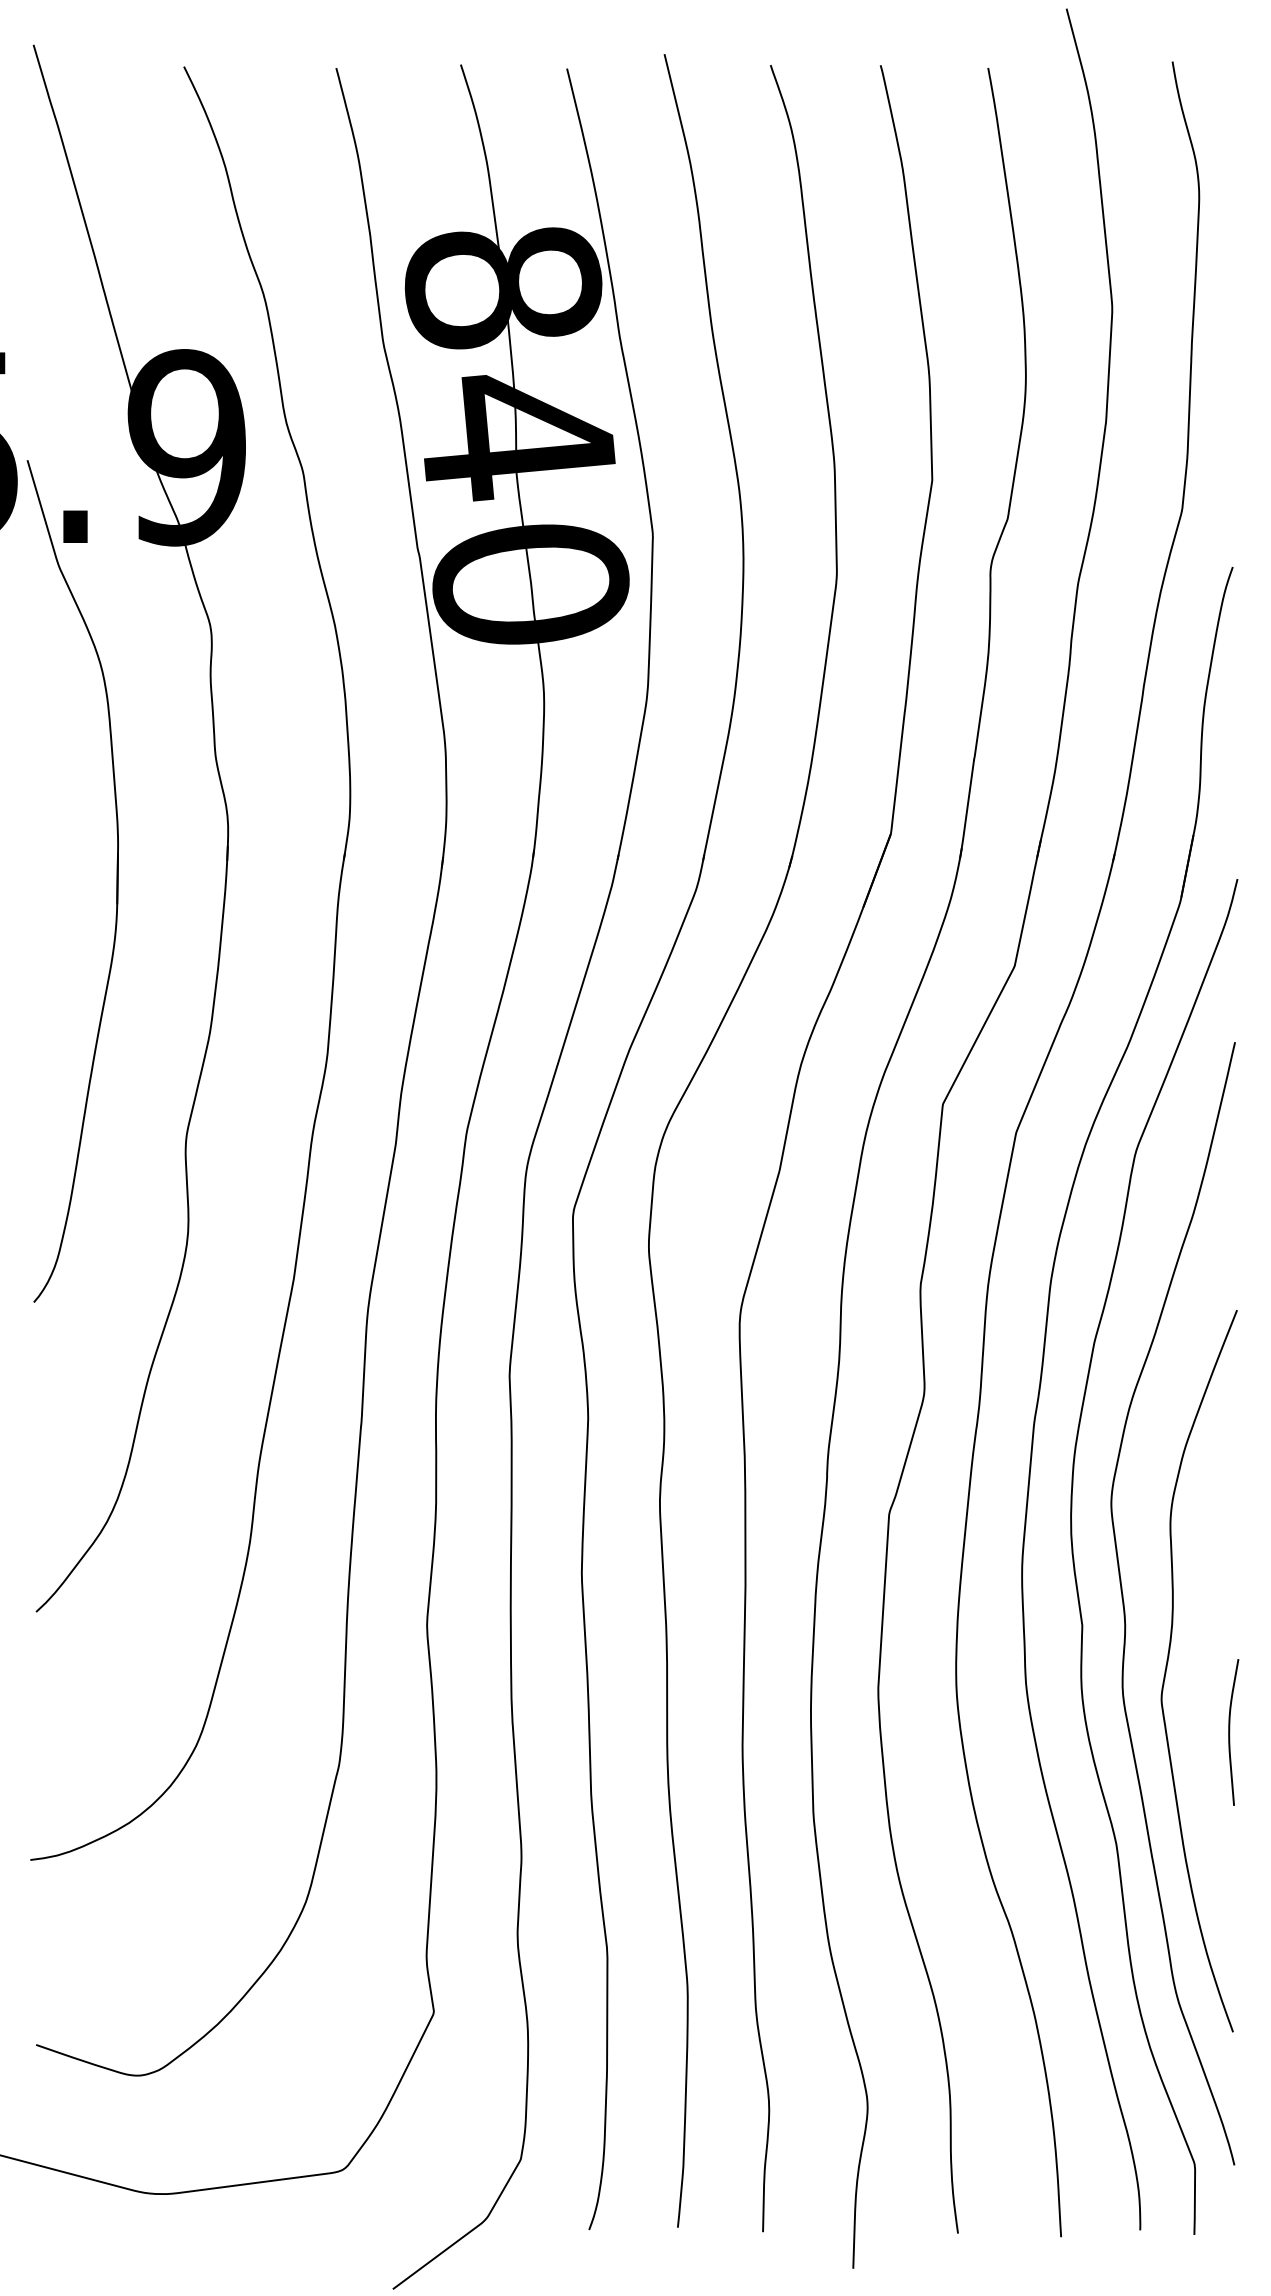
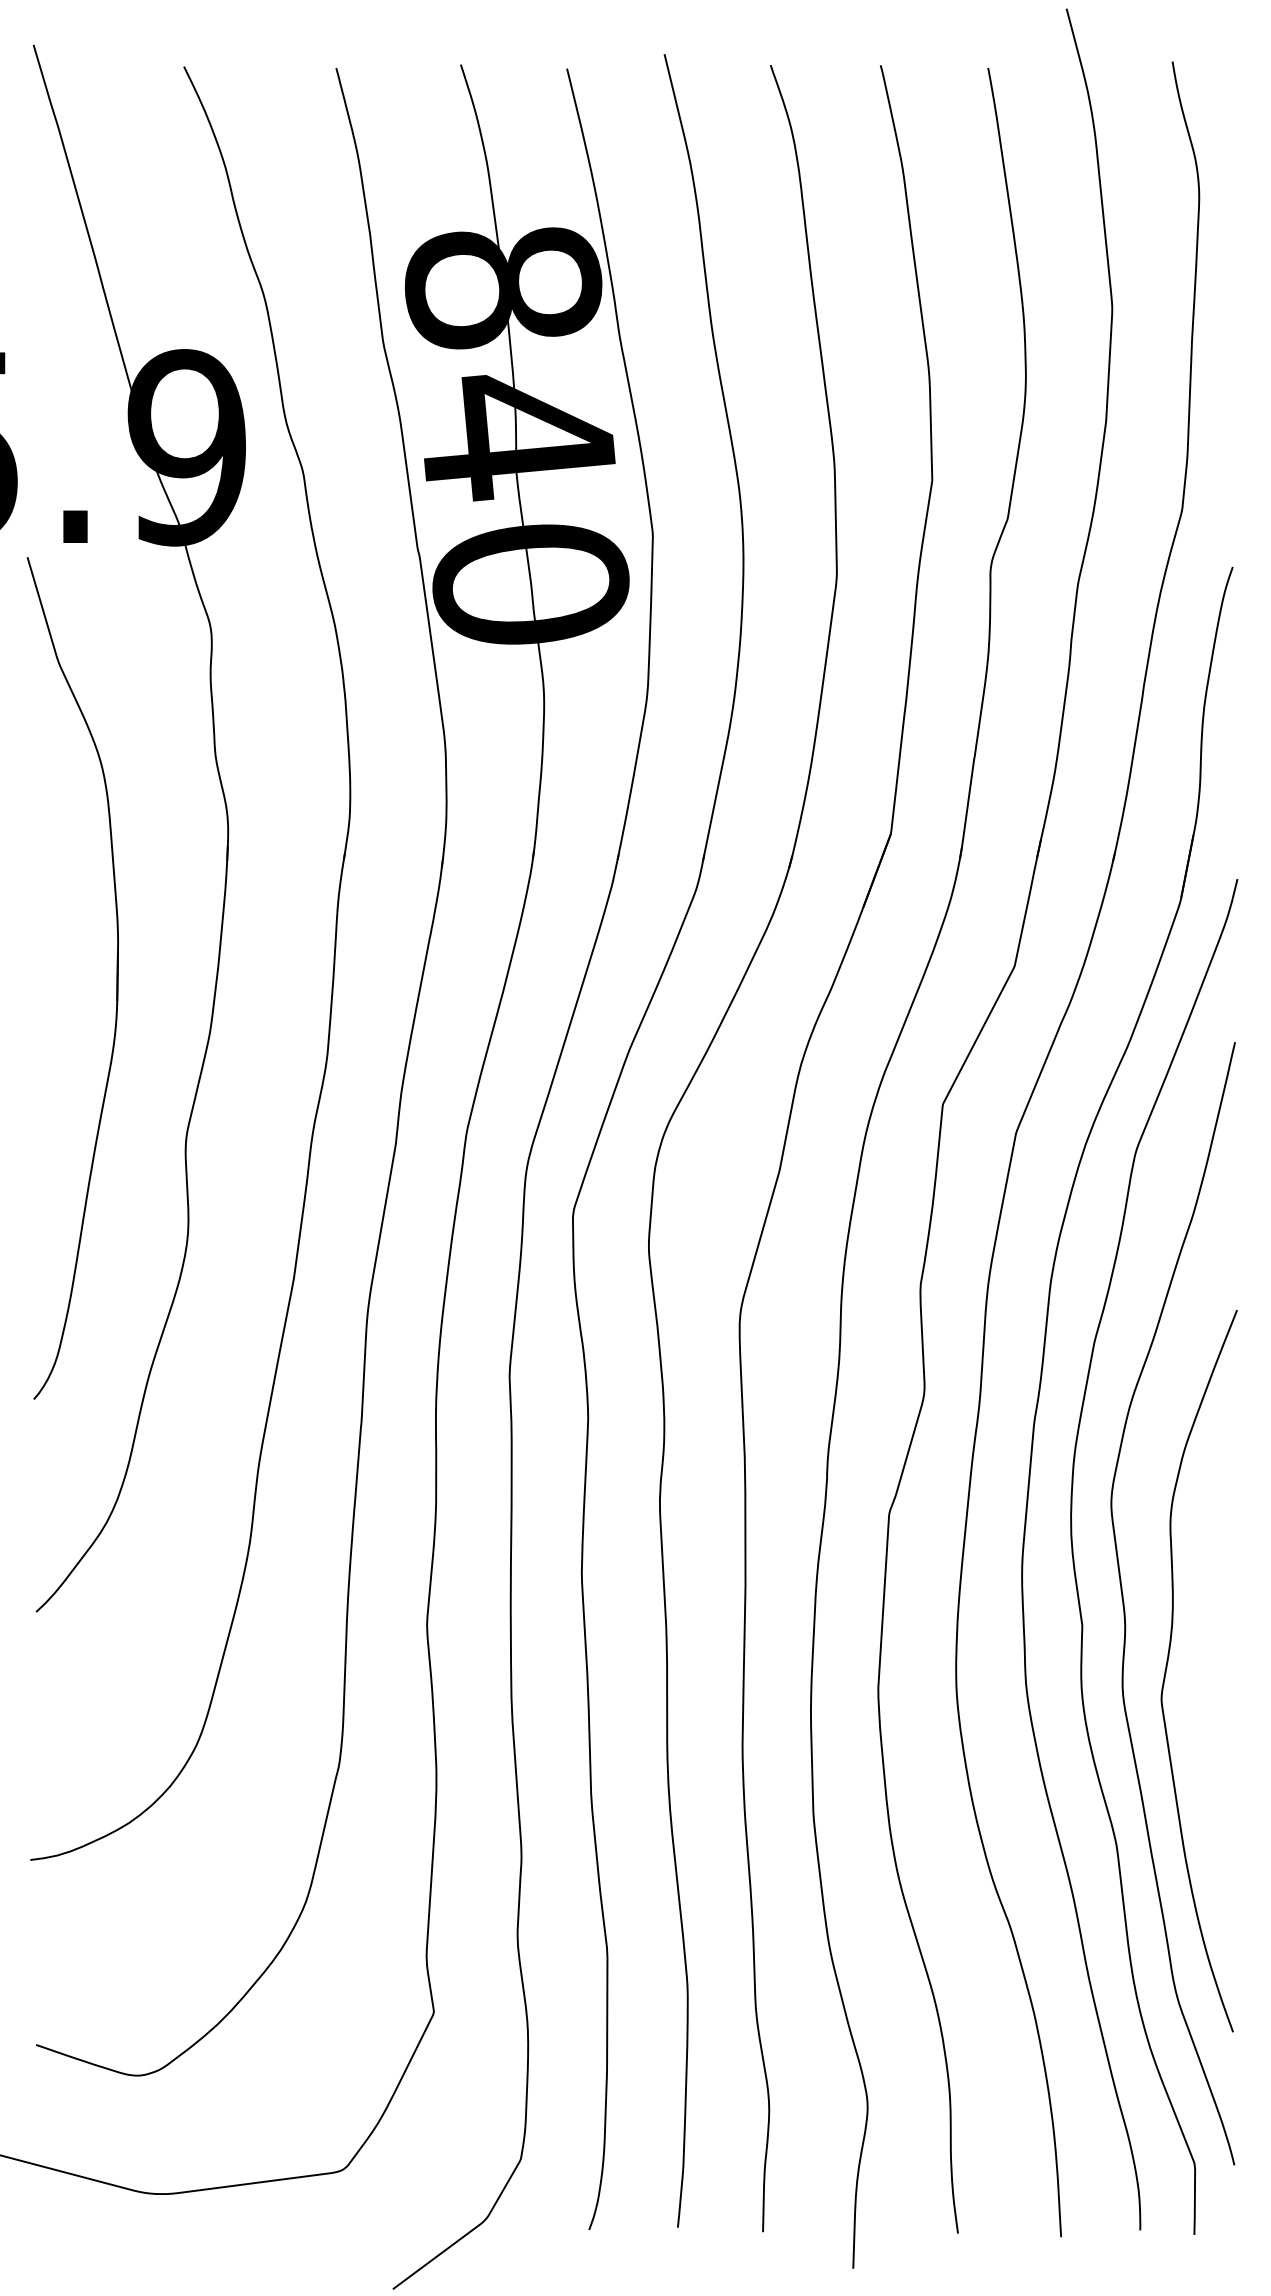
part at (116, 881) position: (116, 881) -> (116, 978)
curve at (1230, 1732): present -> none
